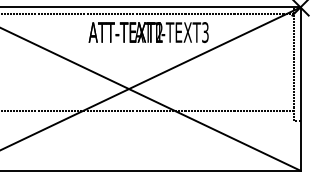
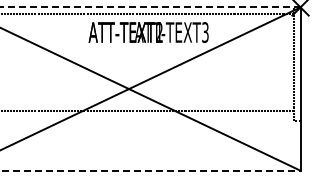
line at (150, 7): solid -> dashed
line at (150, 170): solid -> dashed
